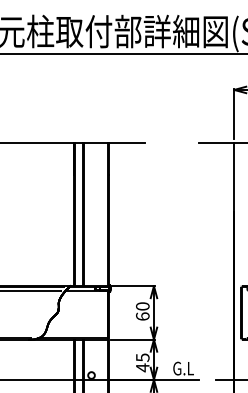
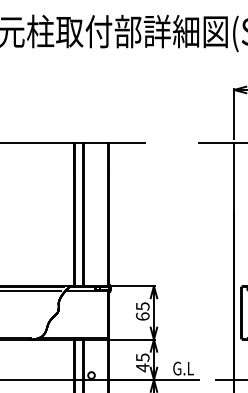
line at (123, 54): present -> none
text at (142, 306): 60 -> 65
